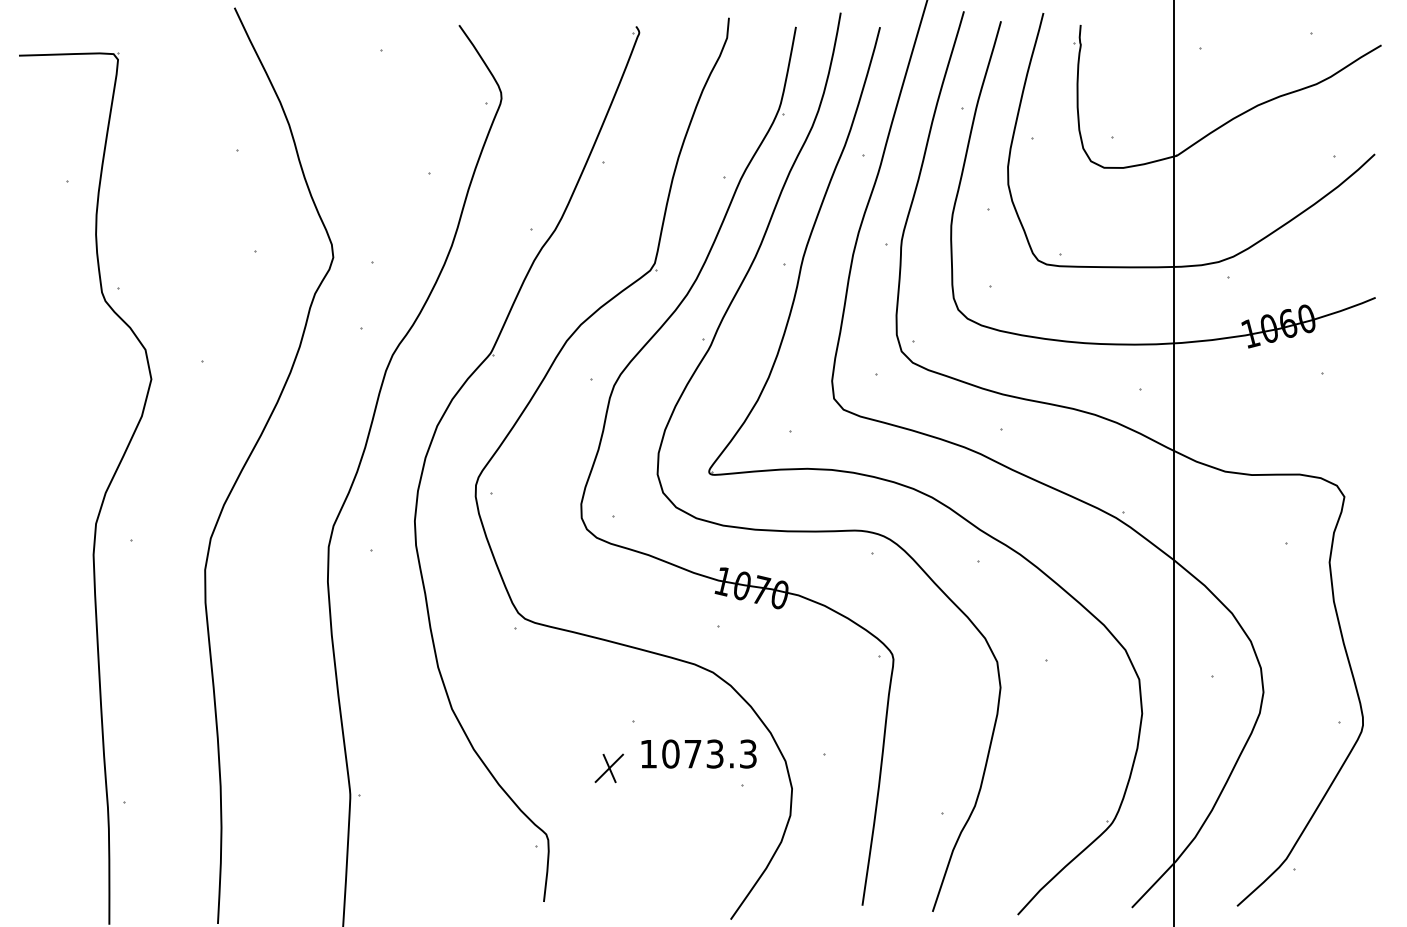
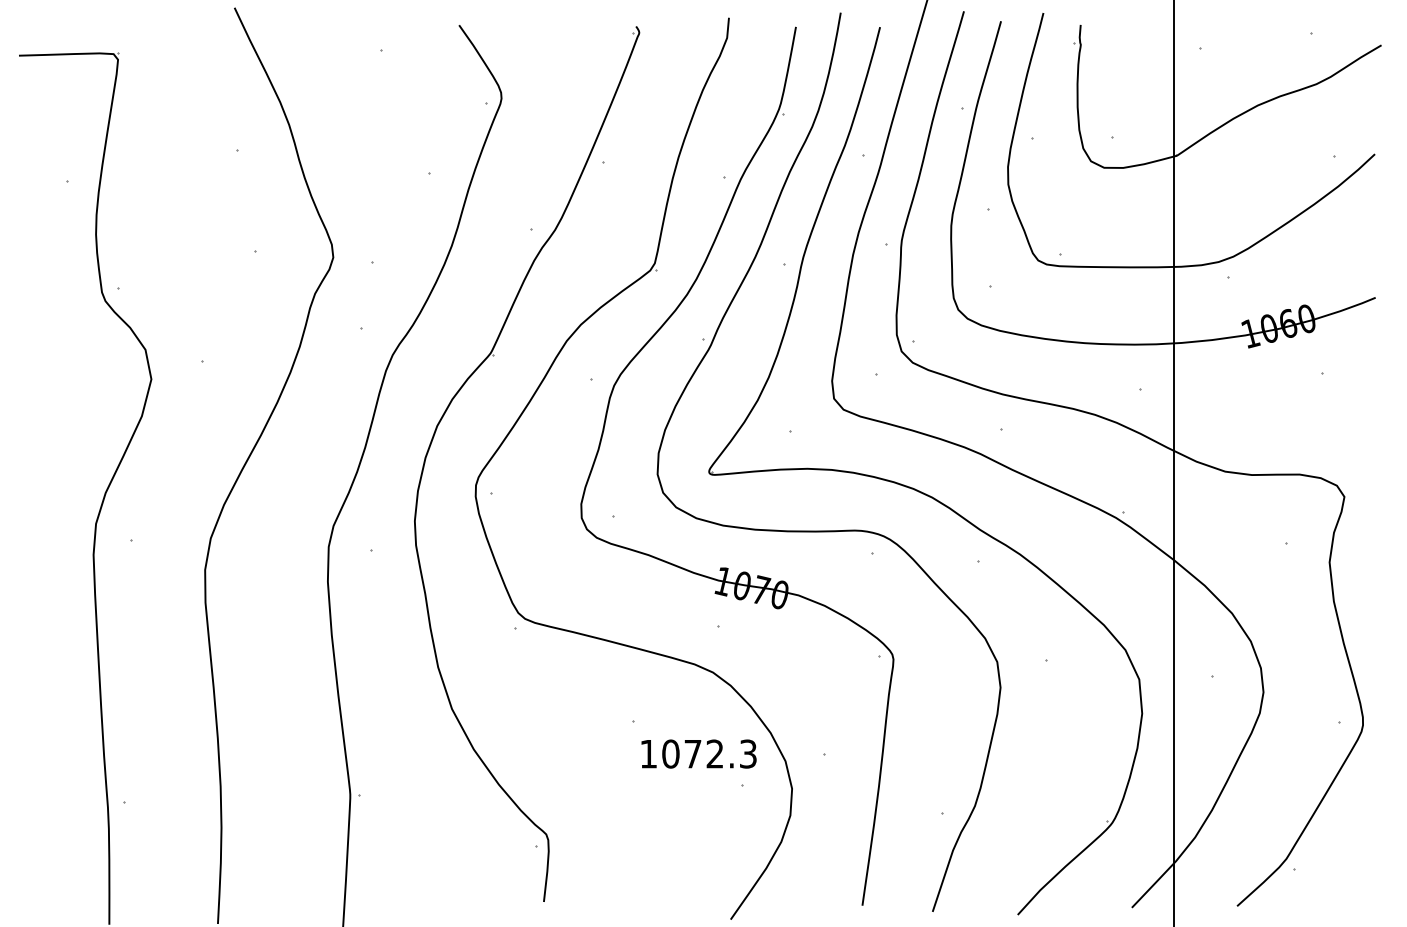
text at (714, 753): 1073.3 -> 1072.3
part at (608, 768): present -> none
